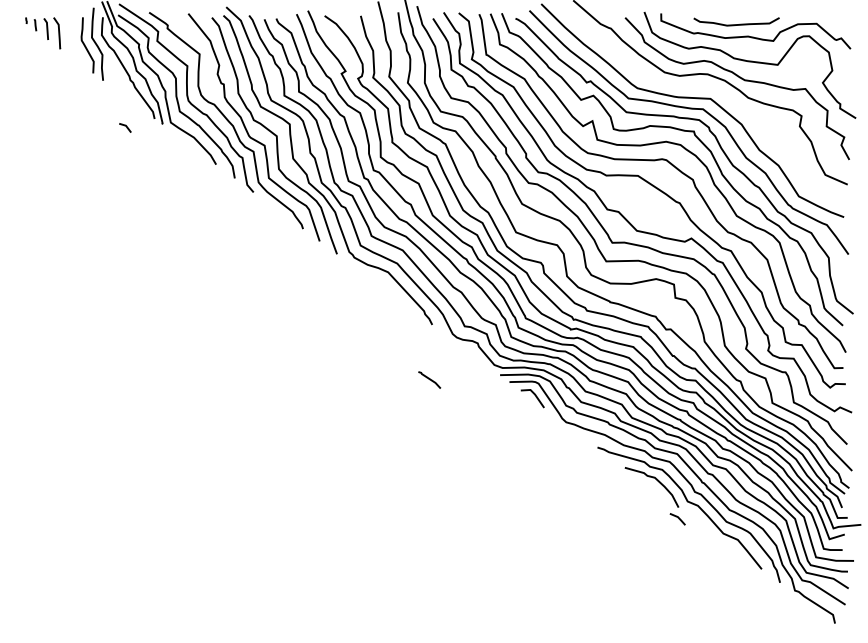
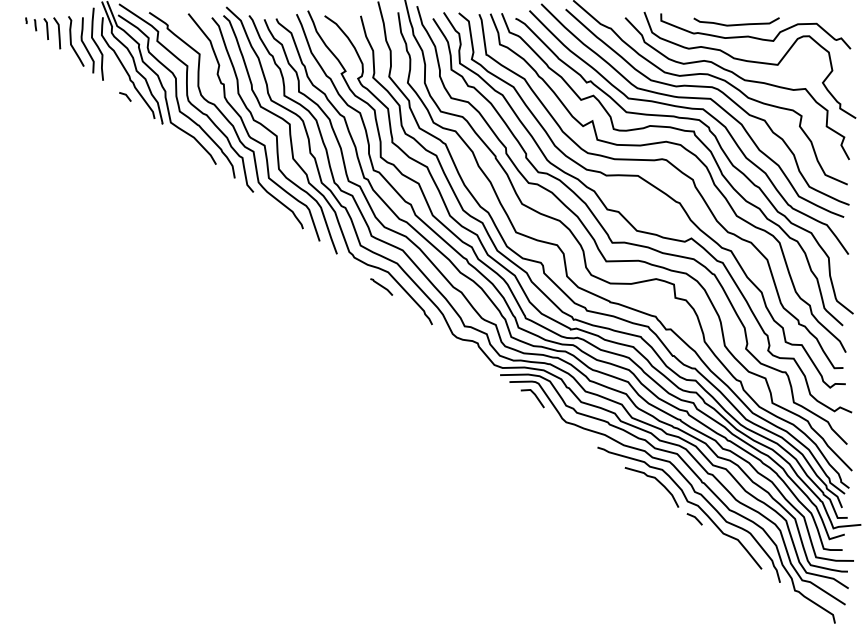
curve at (71, 41): none -> present
curve at (714, 89): none -> present
line at (125, 126) position: (125, 126) -> (125, 95)
line at (429, 379) position: (429, 379) -> (381, 286)
line at (677, 518) position: (677, 518) -> (694, 518)
